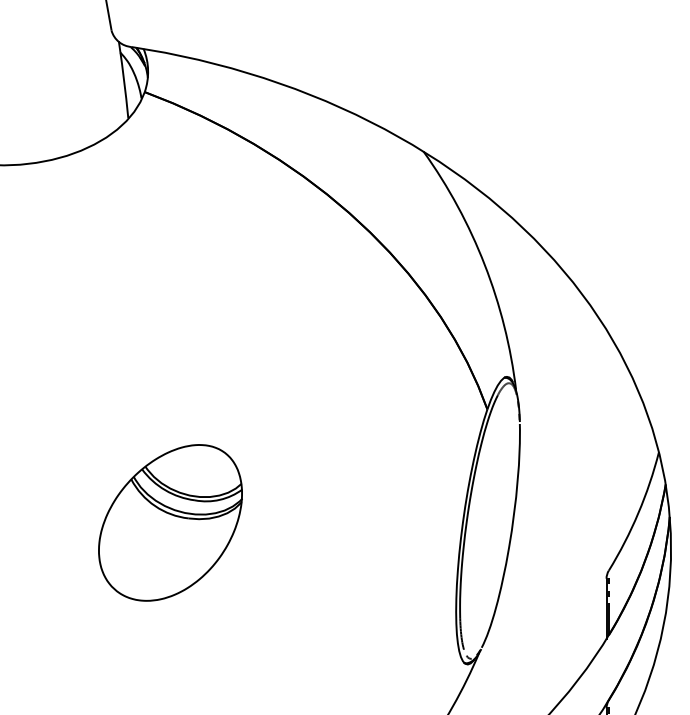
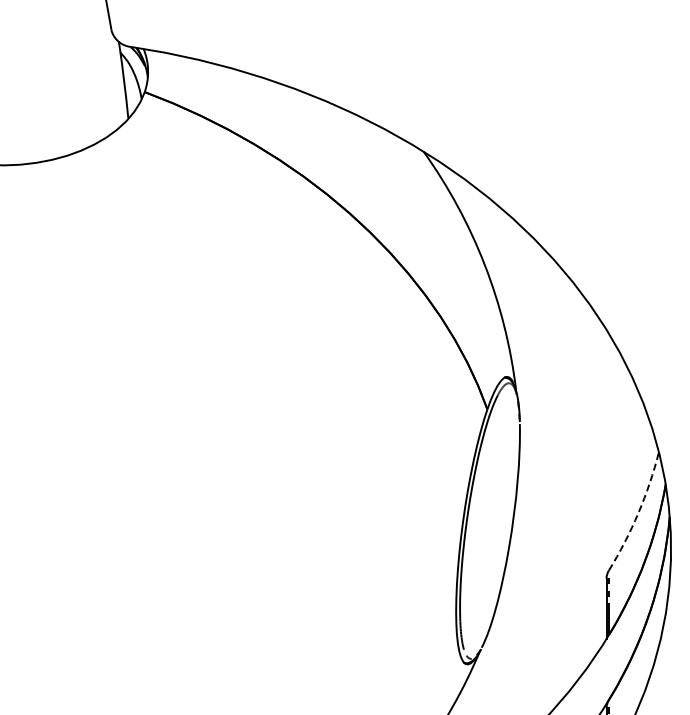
arc at (638, 513): solid -> dashed
part at (170, 522): present -> none
